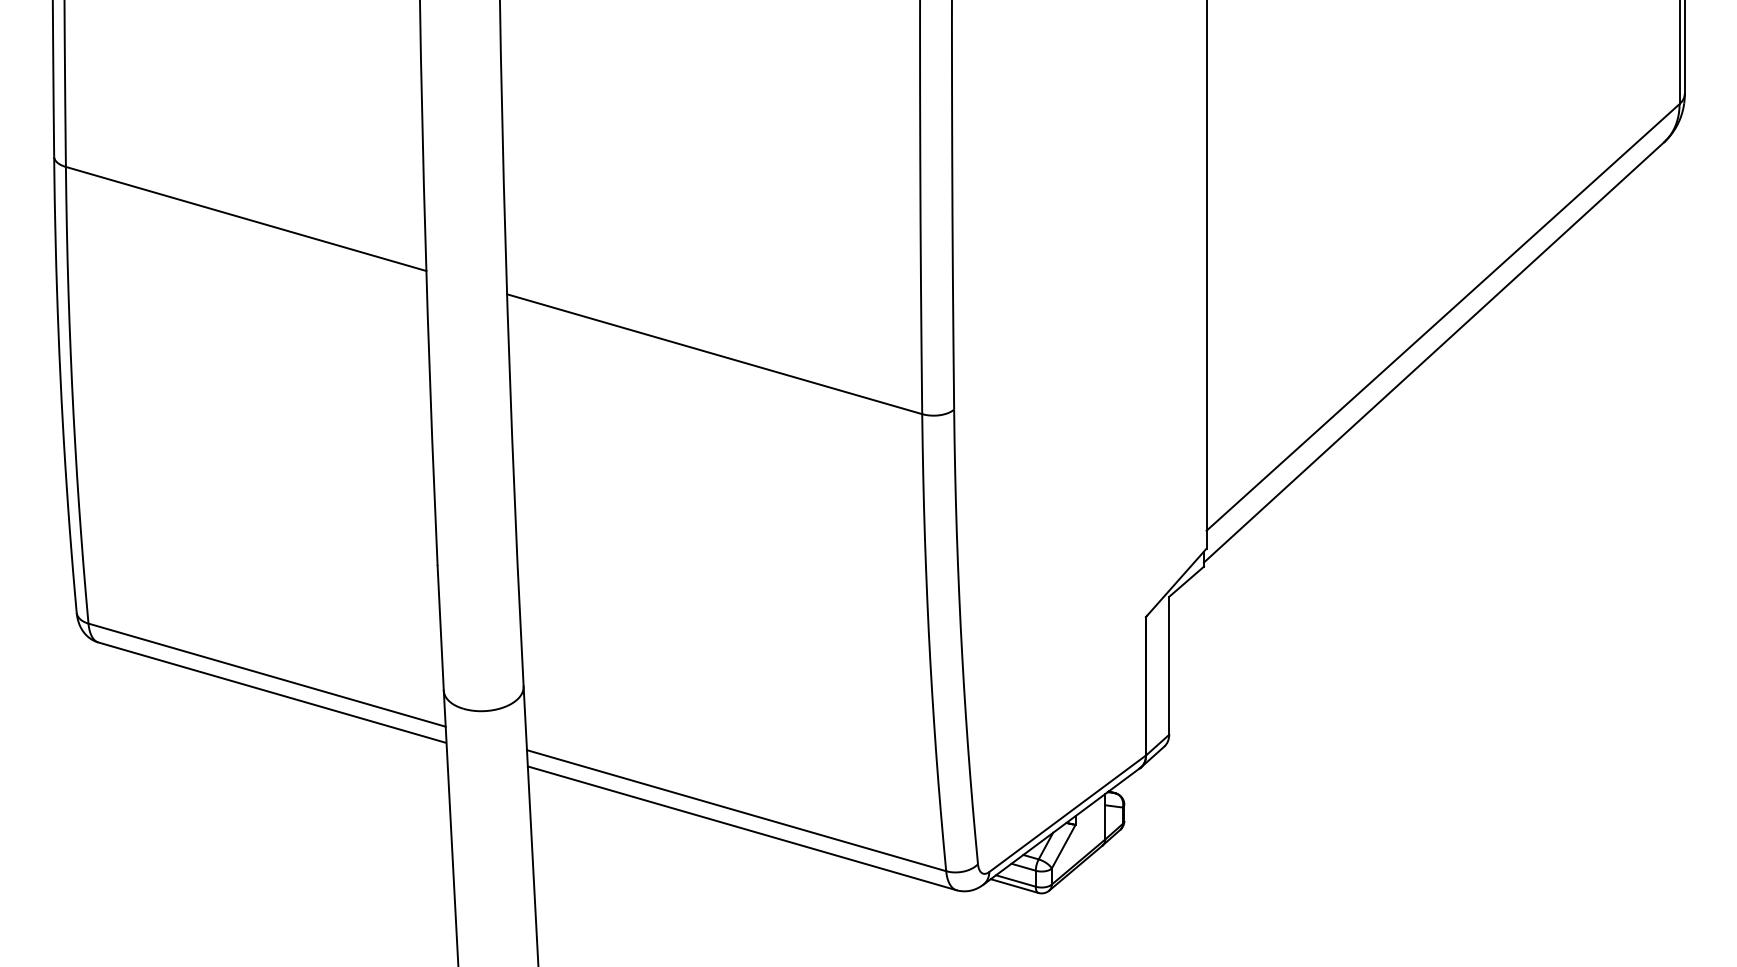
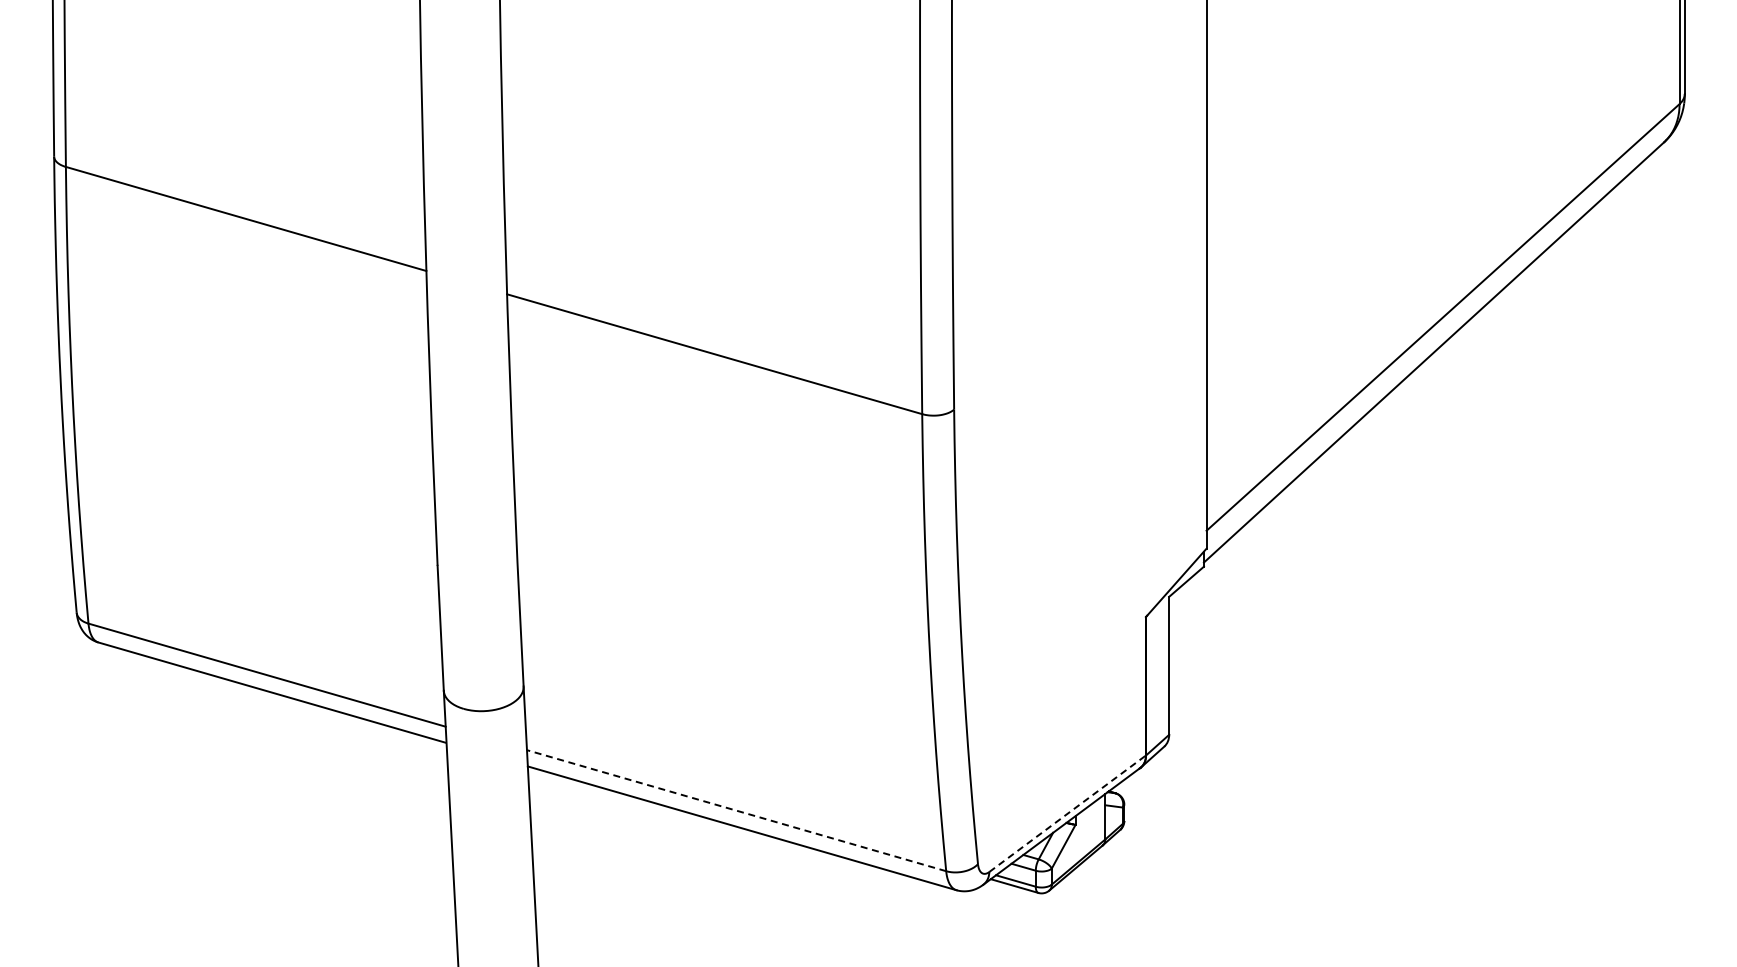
line at (736, 810): solid -> dashed
line at (1067, 813): solid -> dashed
